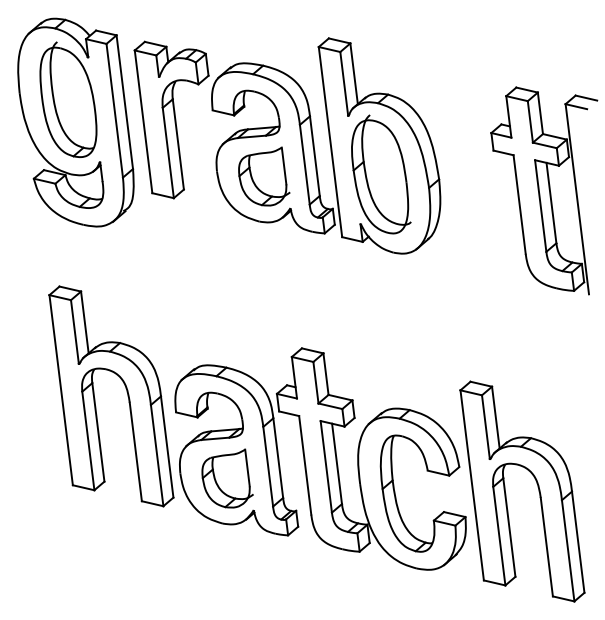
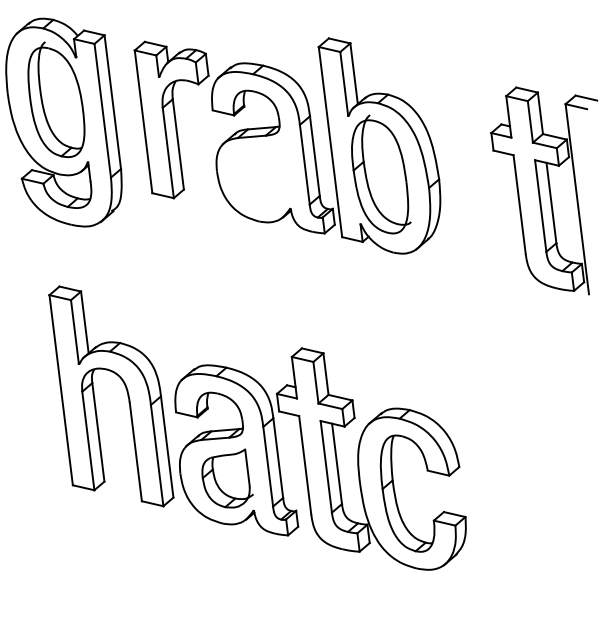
part at (75, 122) position: (75, 122) -> (63, 122)
part at (264, 176): present -> none
part at (537, 487): present -> none
